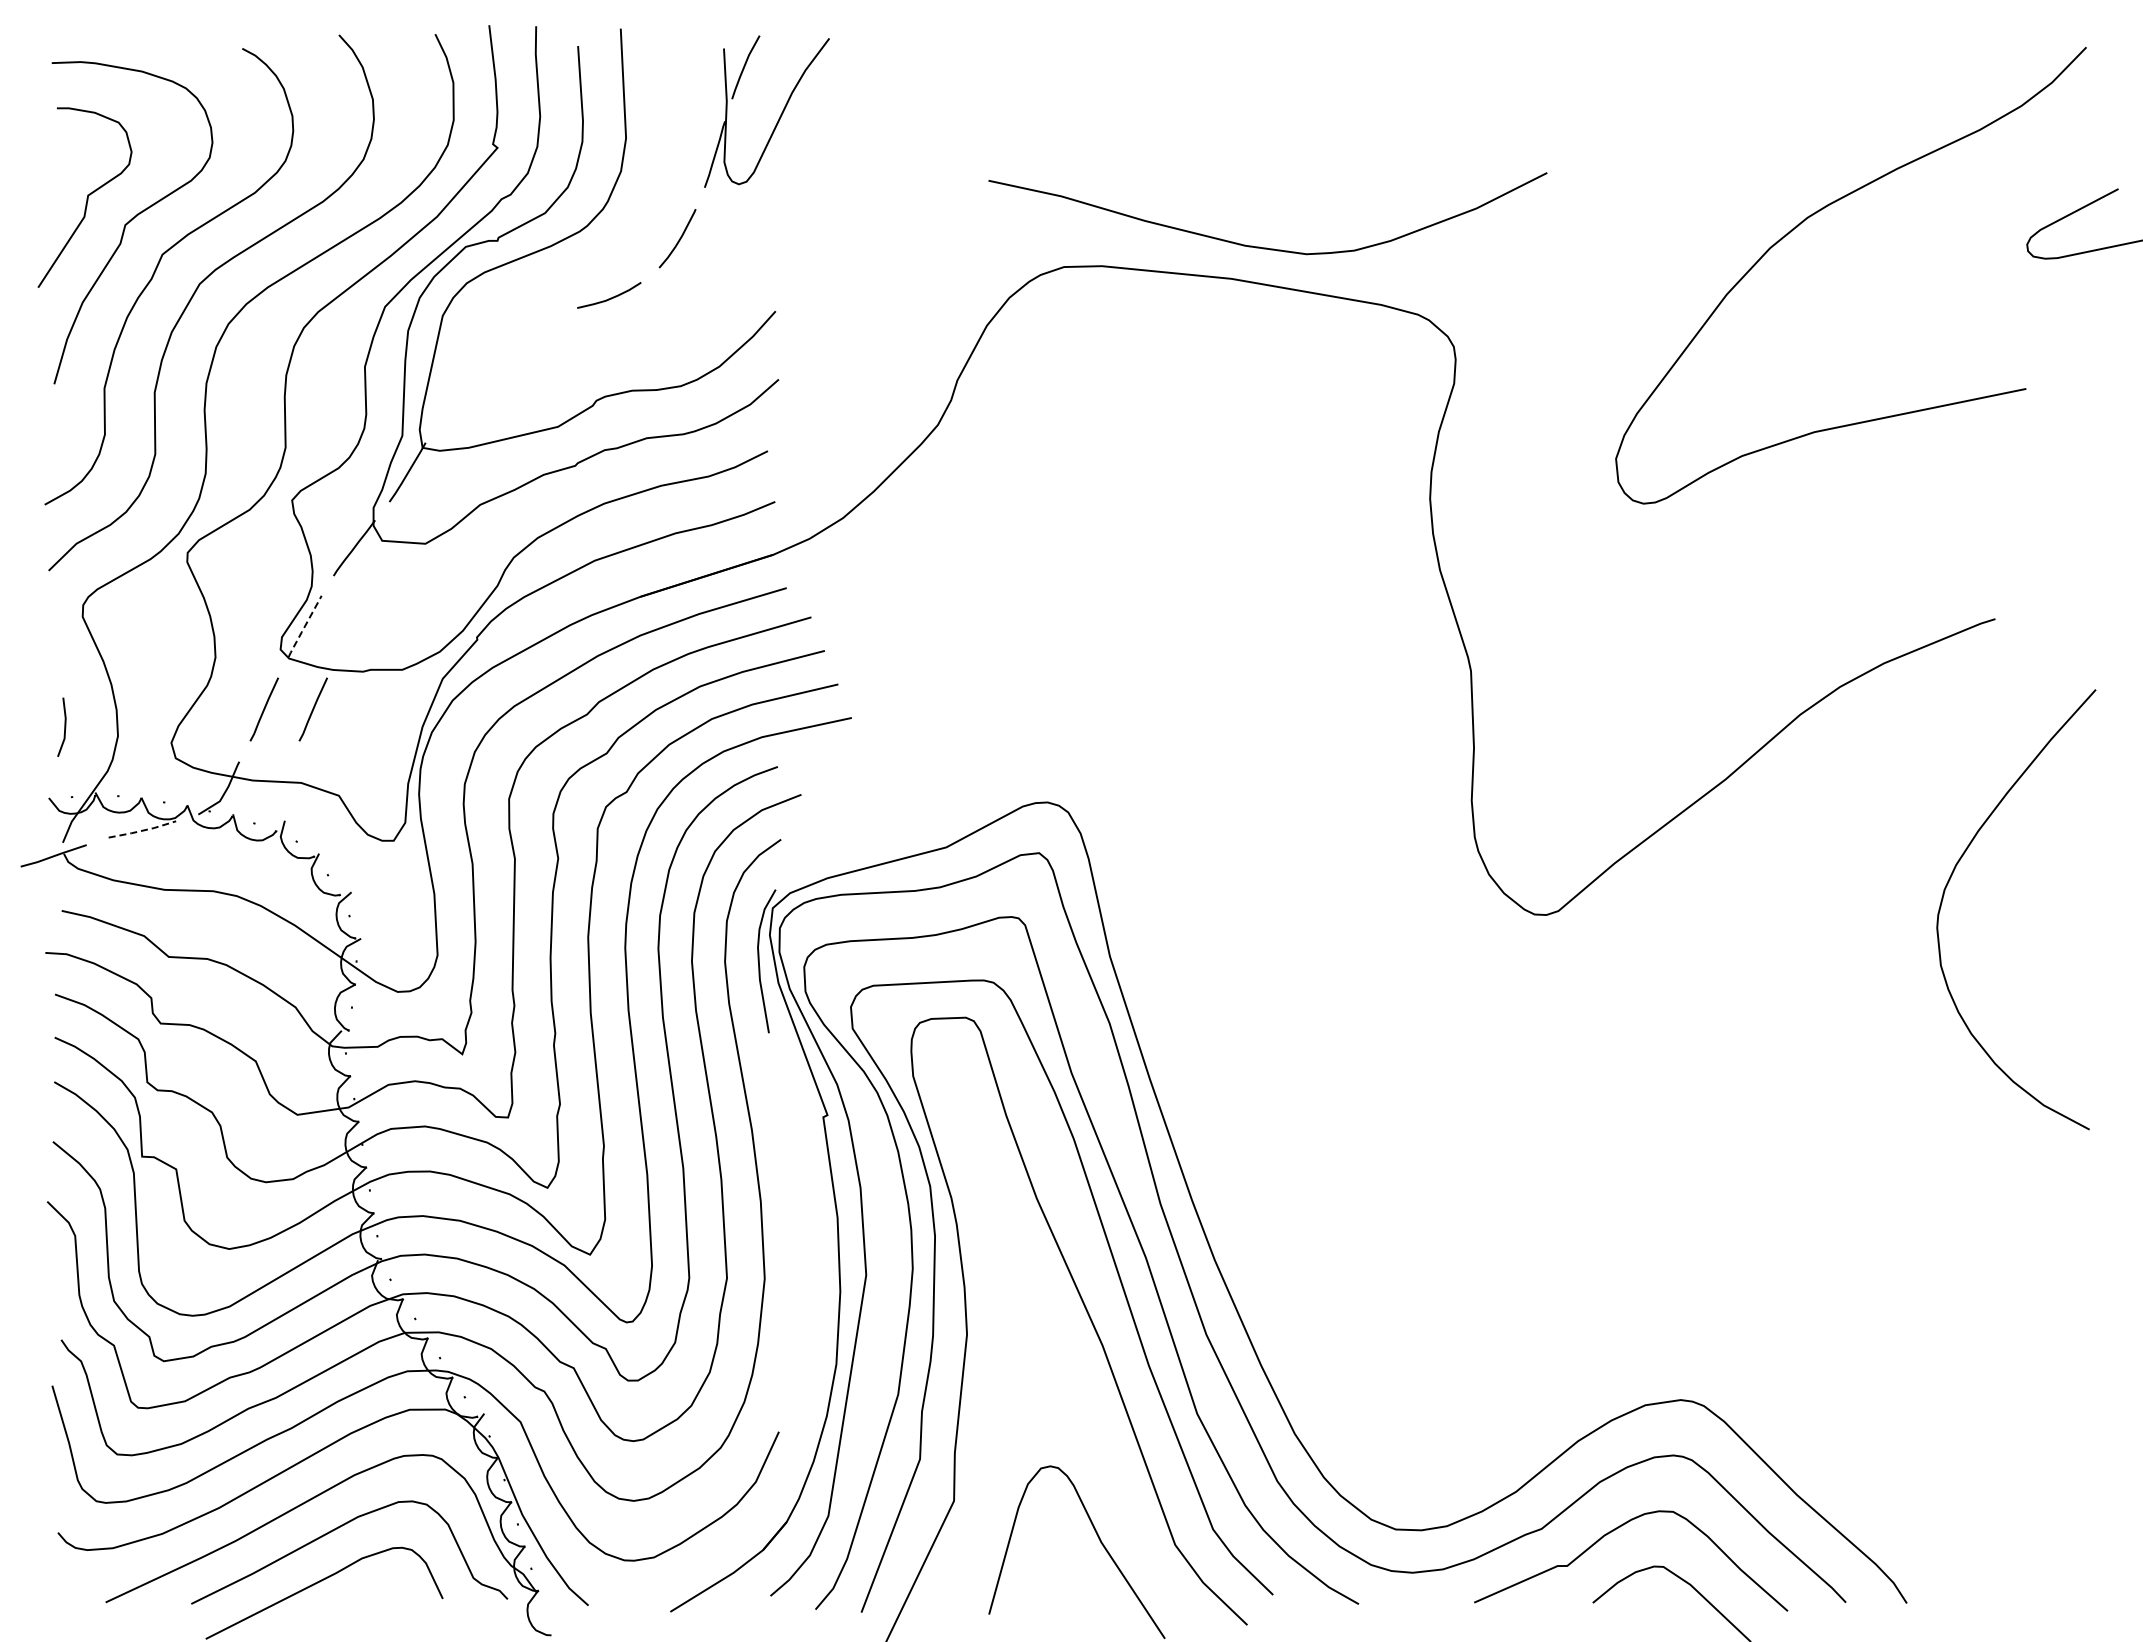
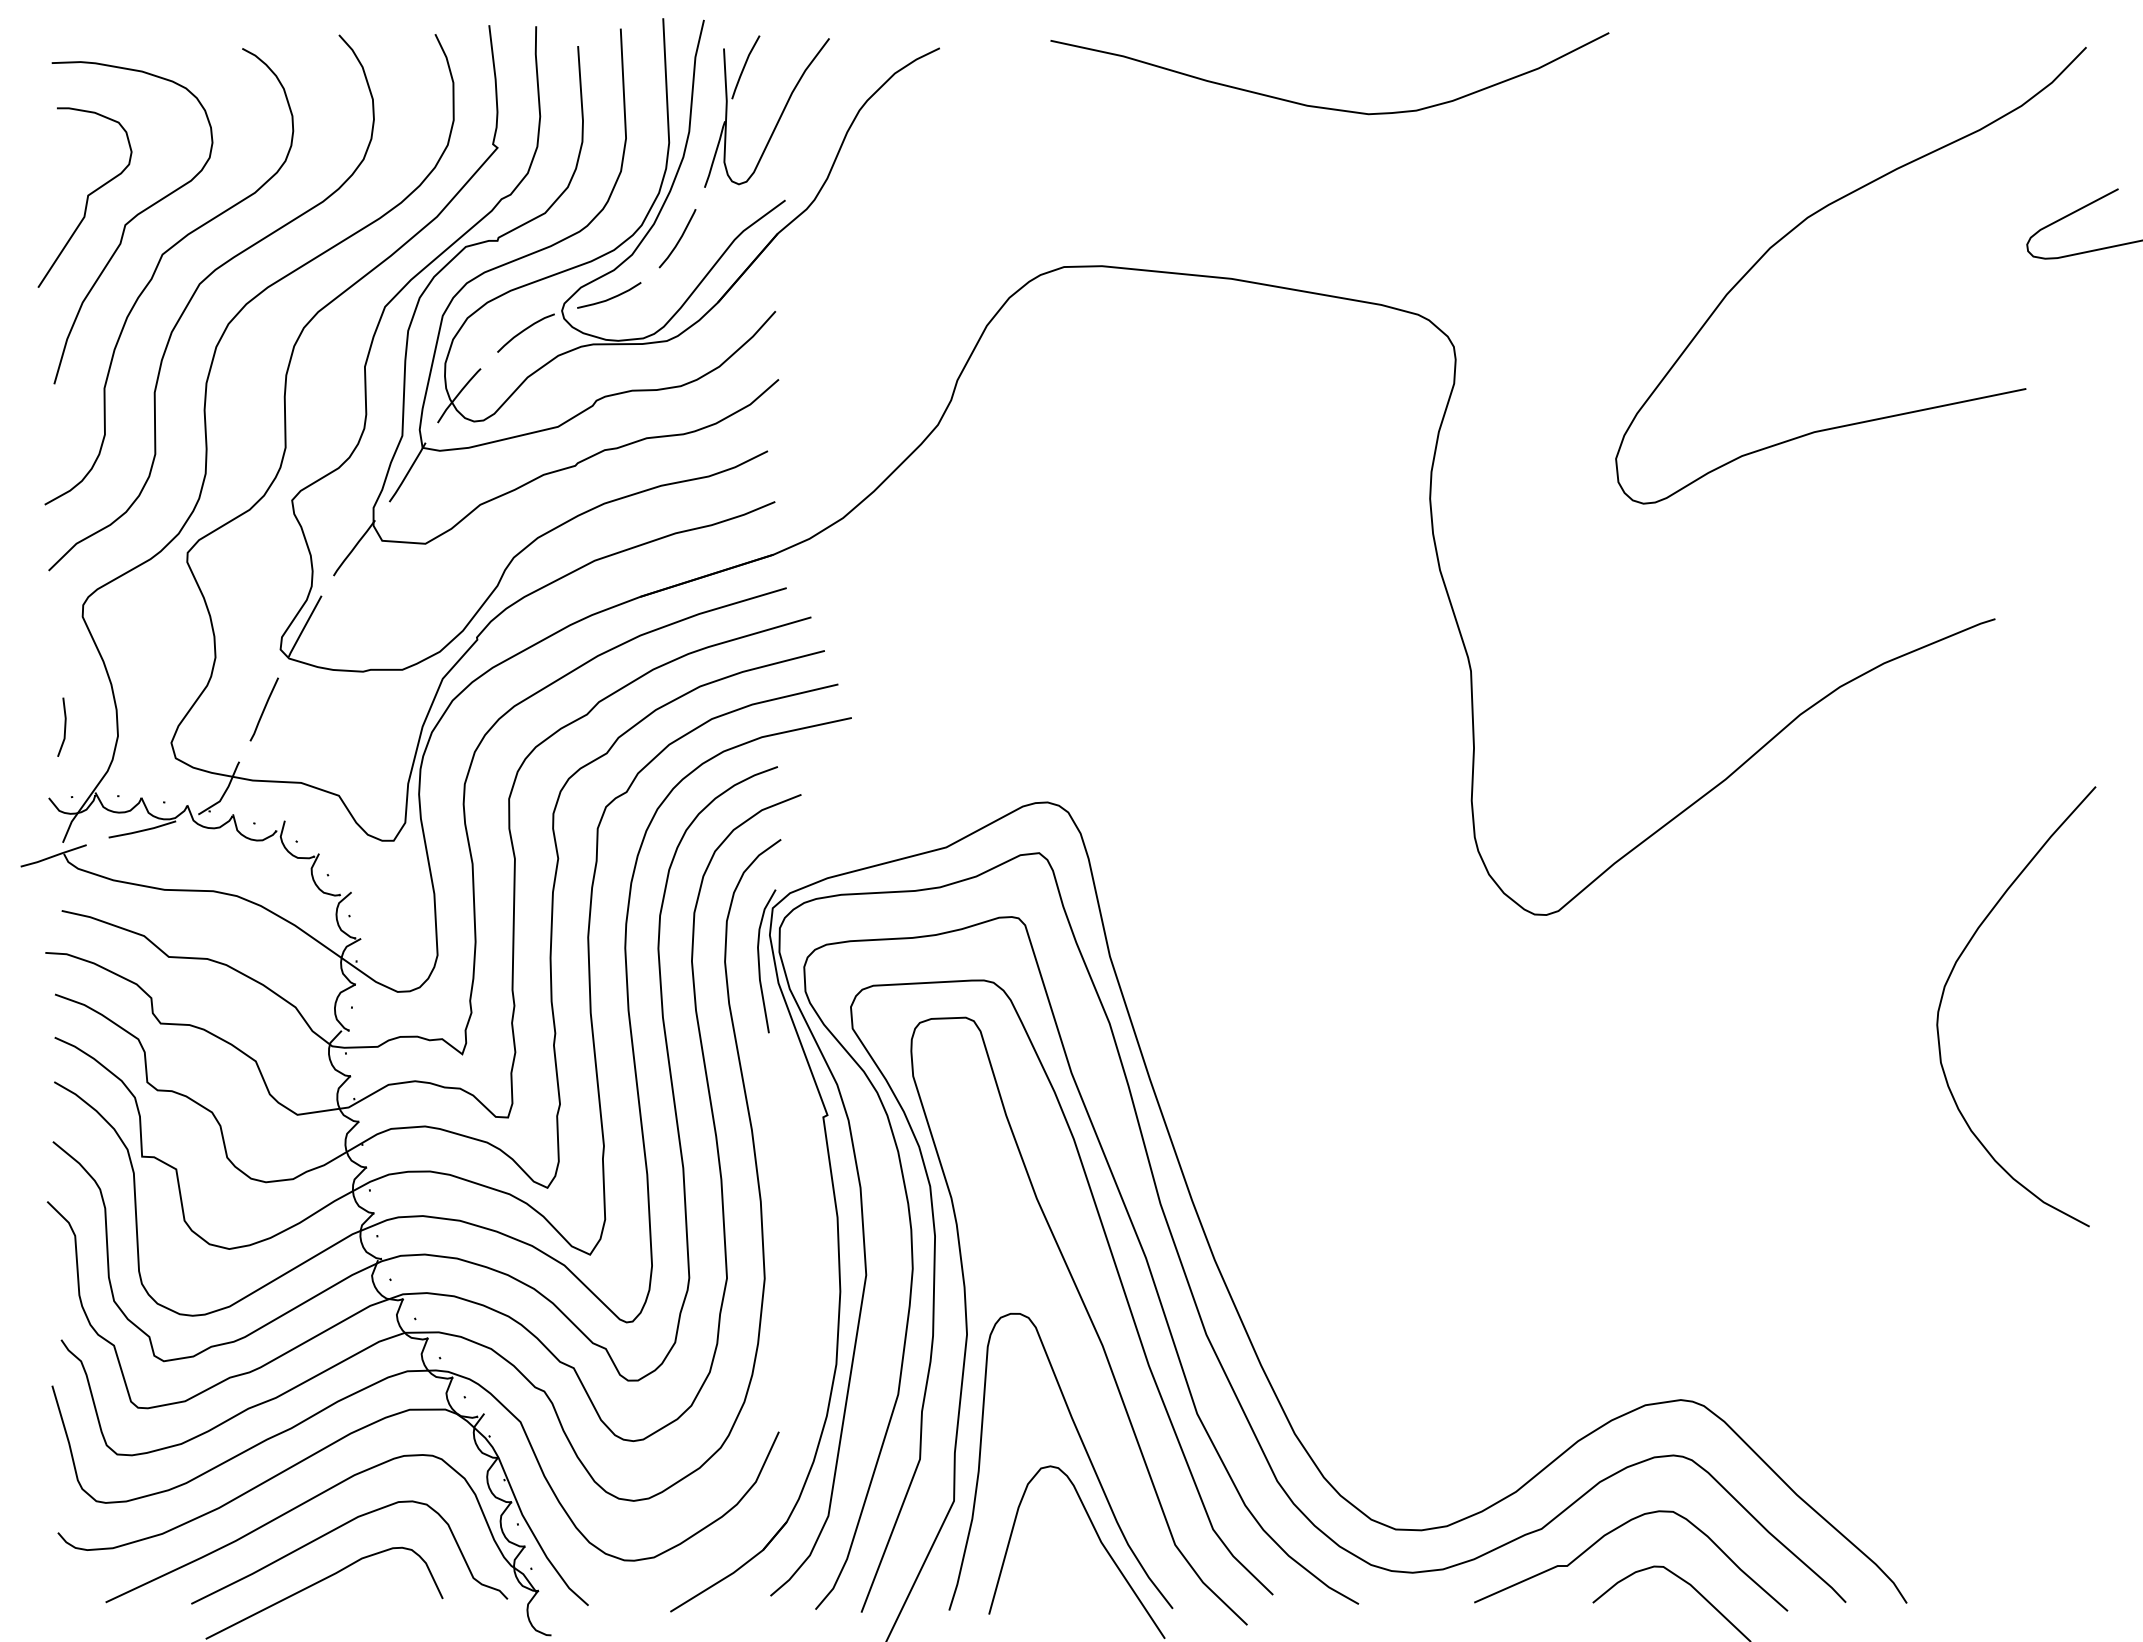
part at (663, 207): none -> present
curve at (1259, 246) position: (1259, 246) -> (1321, 106)
line at (304, 626): dashed -> solid
line at (312, 709): present -> none
line at (142, 830): dashed -> solid
part at (1951, 877) position: (1951, 877) -> (1951, 974)
curve at (1084, 1449): none -> present
